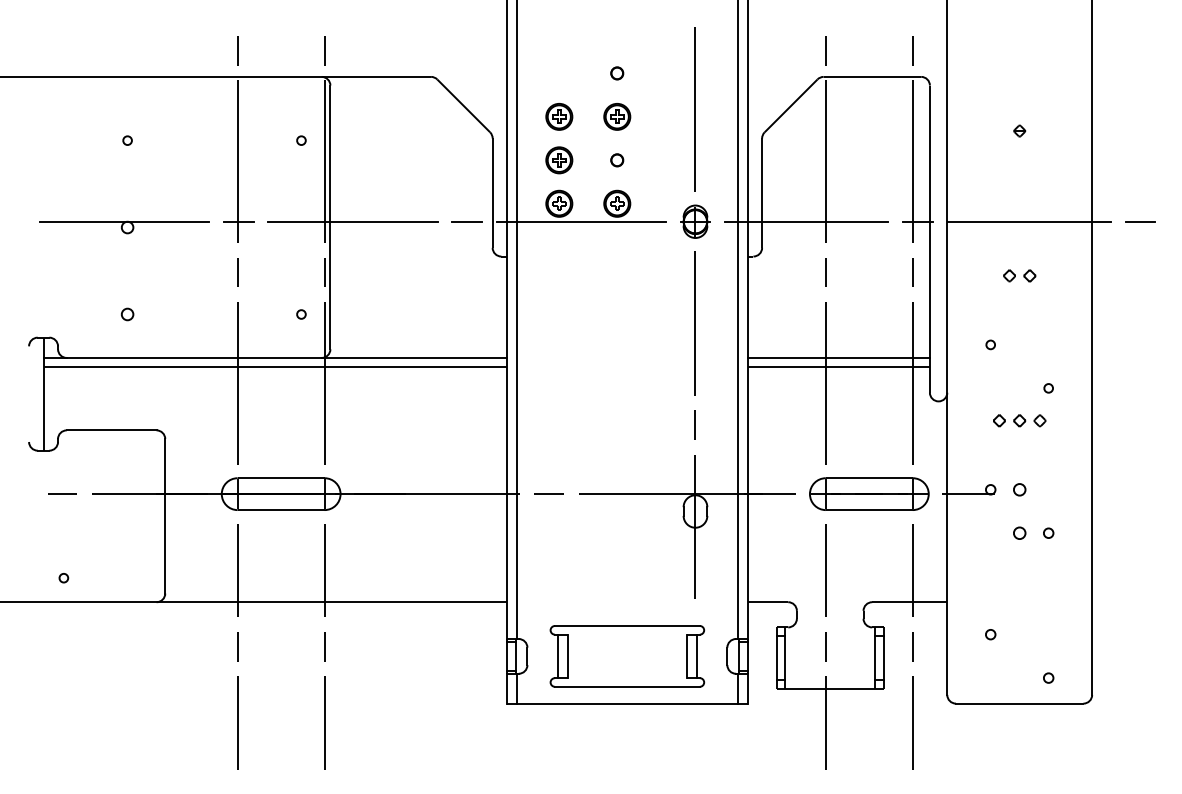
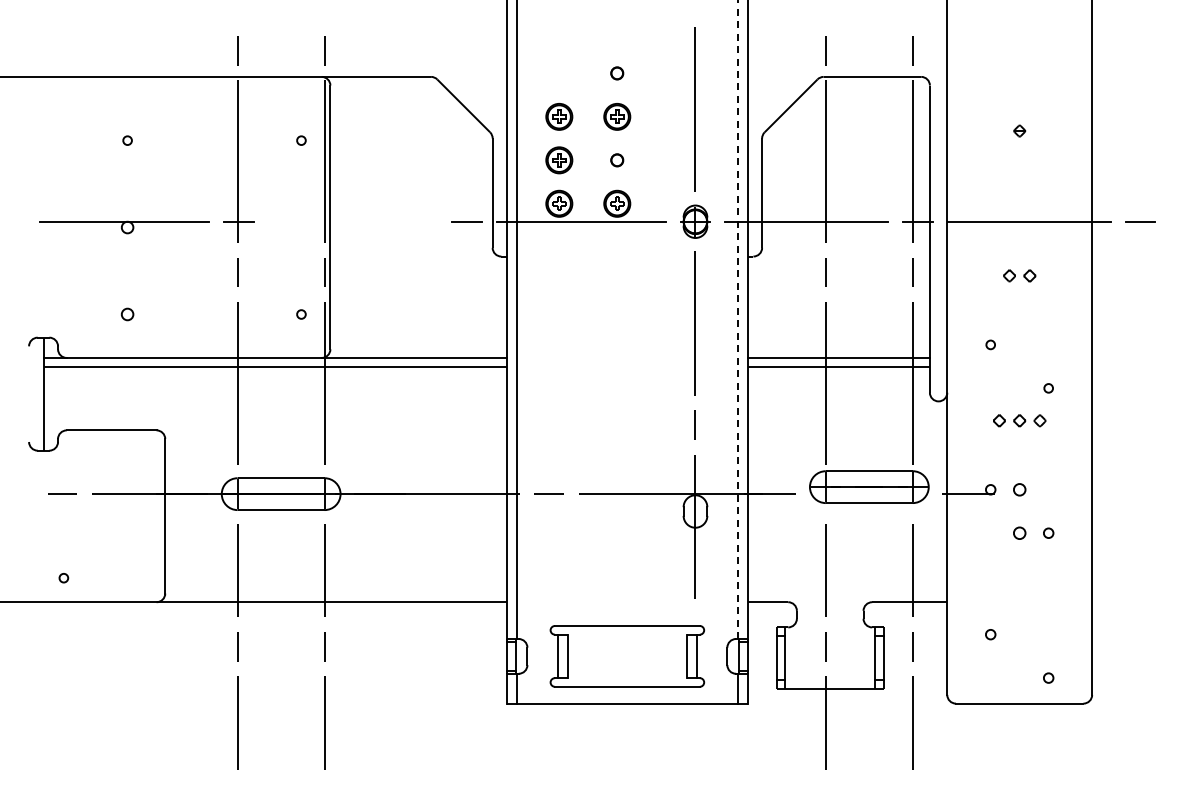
line at (352, 221): present -> none
line at (737, 319): solid -> dashed
part at (869, 493) position: (869, 493) -> (869, 486)
